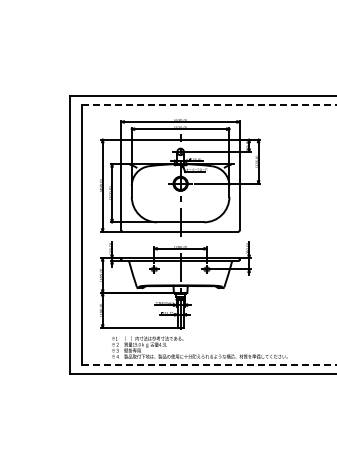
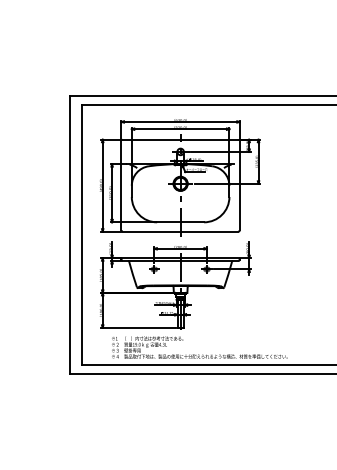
line at (209, 105): dashed -> solid
line at (209, 364): dashed -> solid
